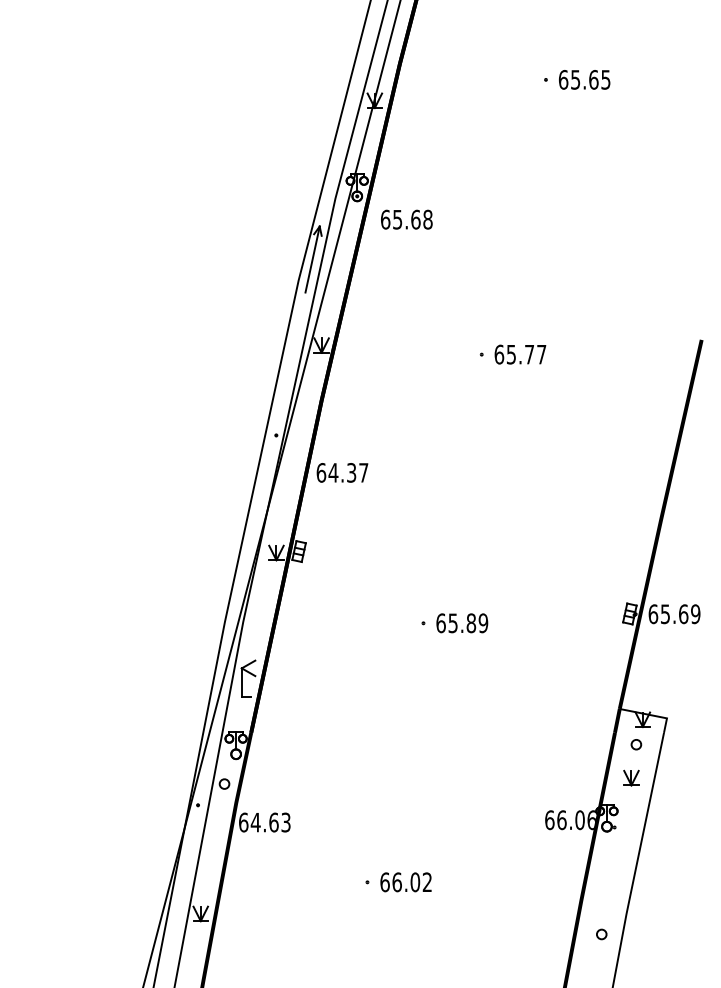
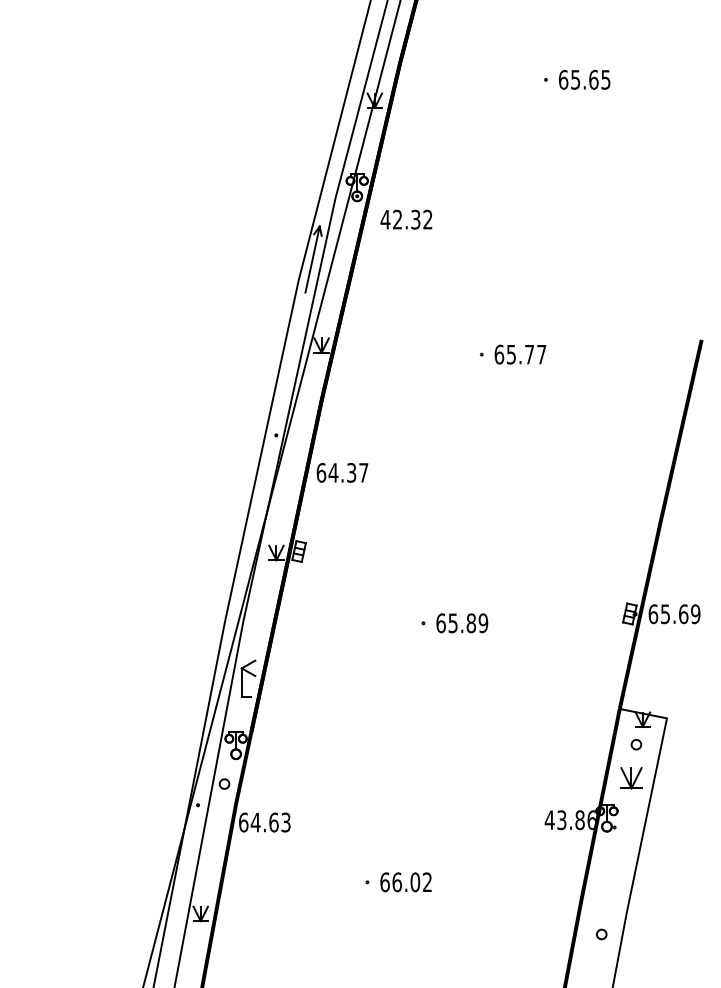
text at (406, 219): 65.68 -> 42.32
part at (631, 777) size: 17x18 px -> 23x23 px
text at (564, 820): 66.06 -> 43.86
